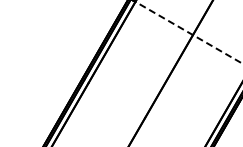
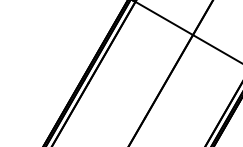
line at (189, 32): dashed -> solid
